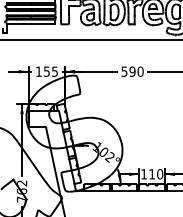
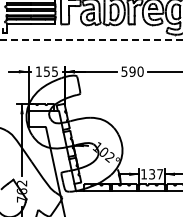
line at (91, 39): solid -> dashed
text at (156, 174): 110 -> 137
